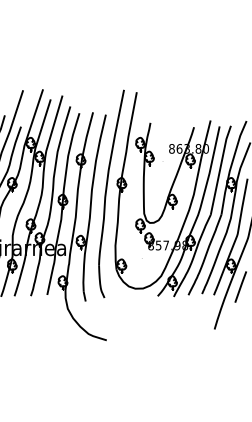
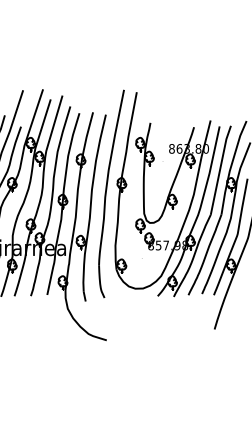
line at (240, 286): present -> none
